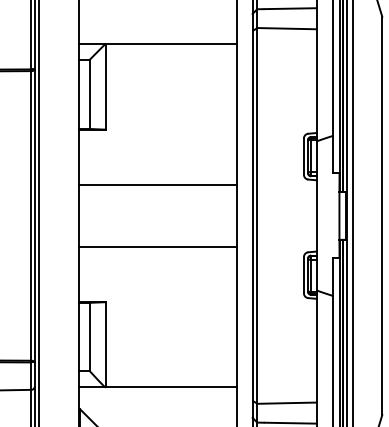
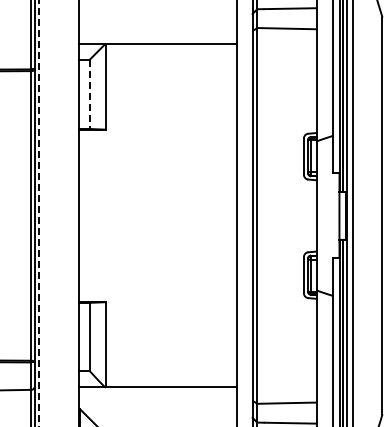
line at (89, 94): solid -> dashed
line at (157, 185): present -> none
line at (39, 213): solid -> dashed
line at (157, 246): present -> none
